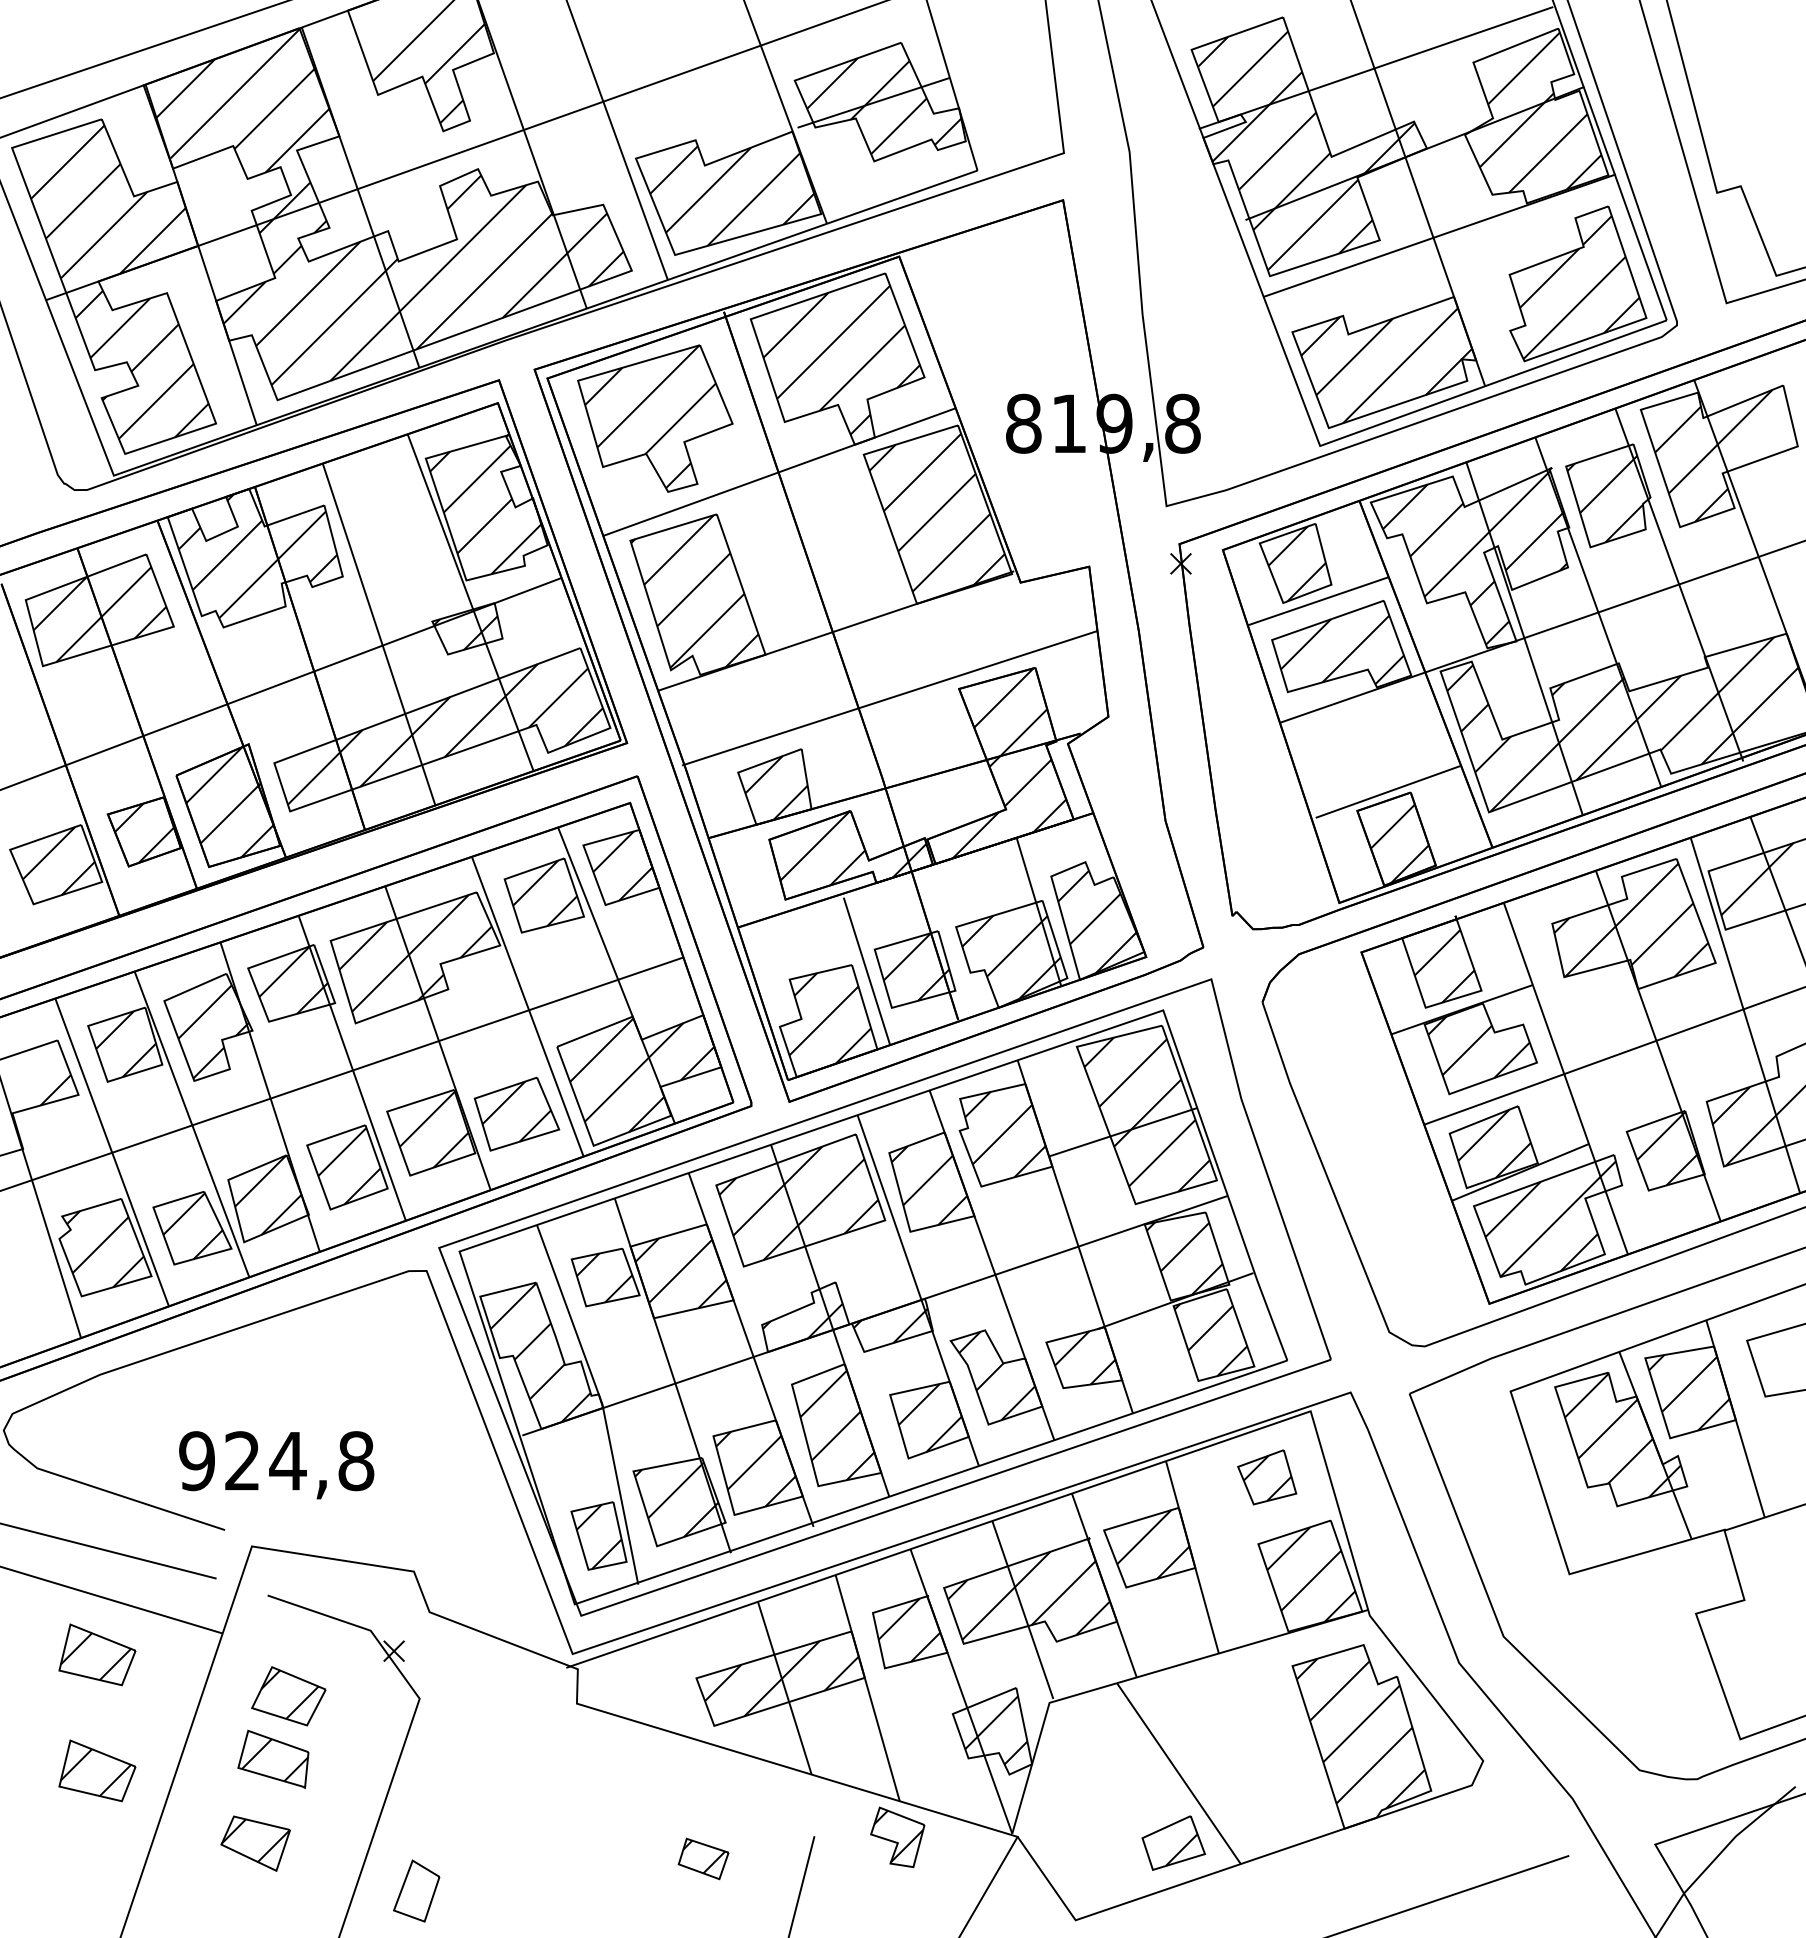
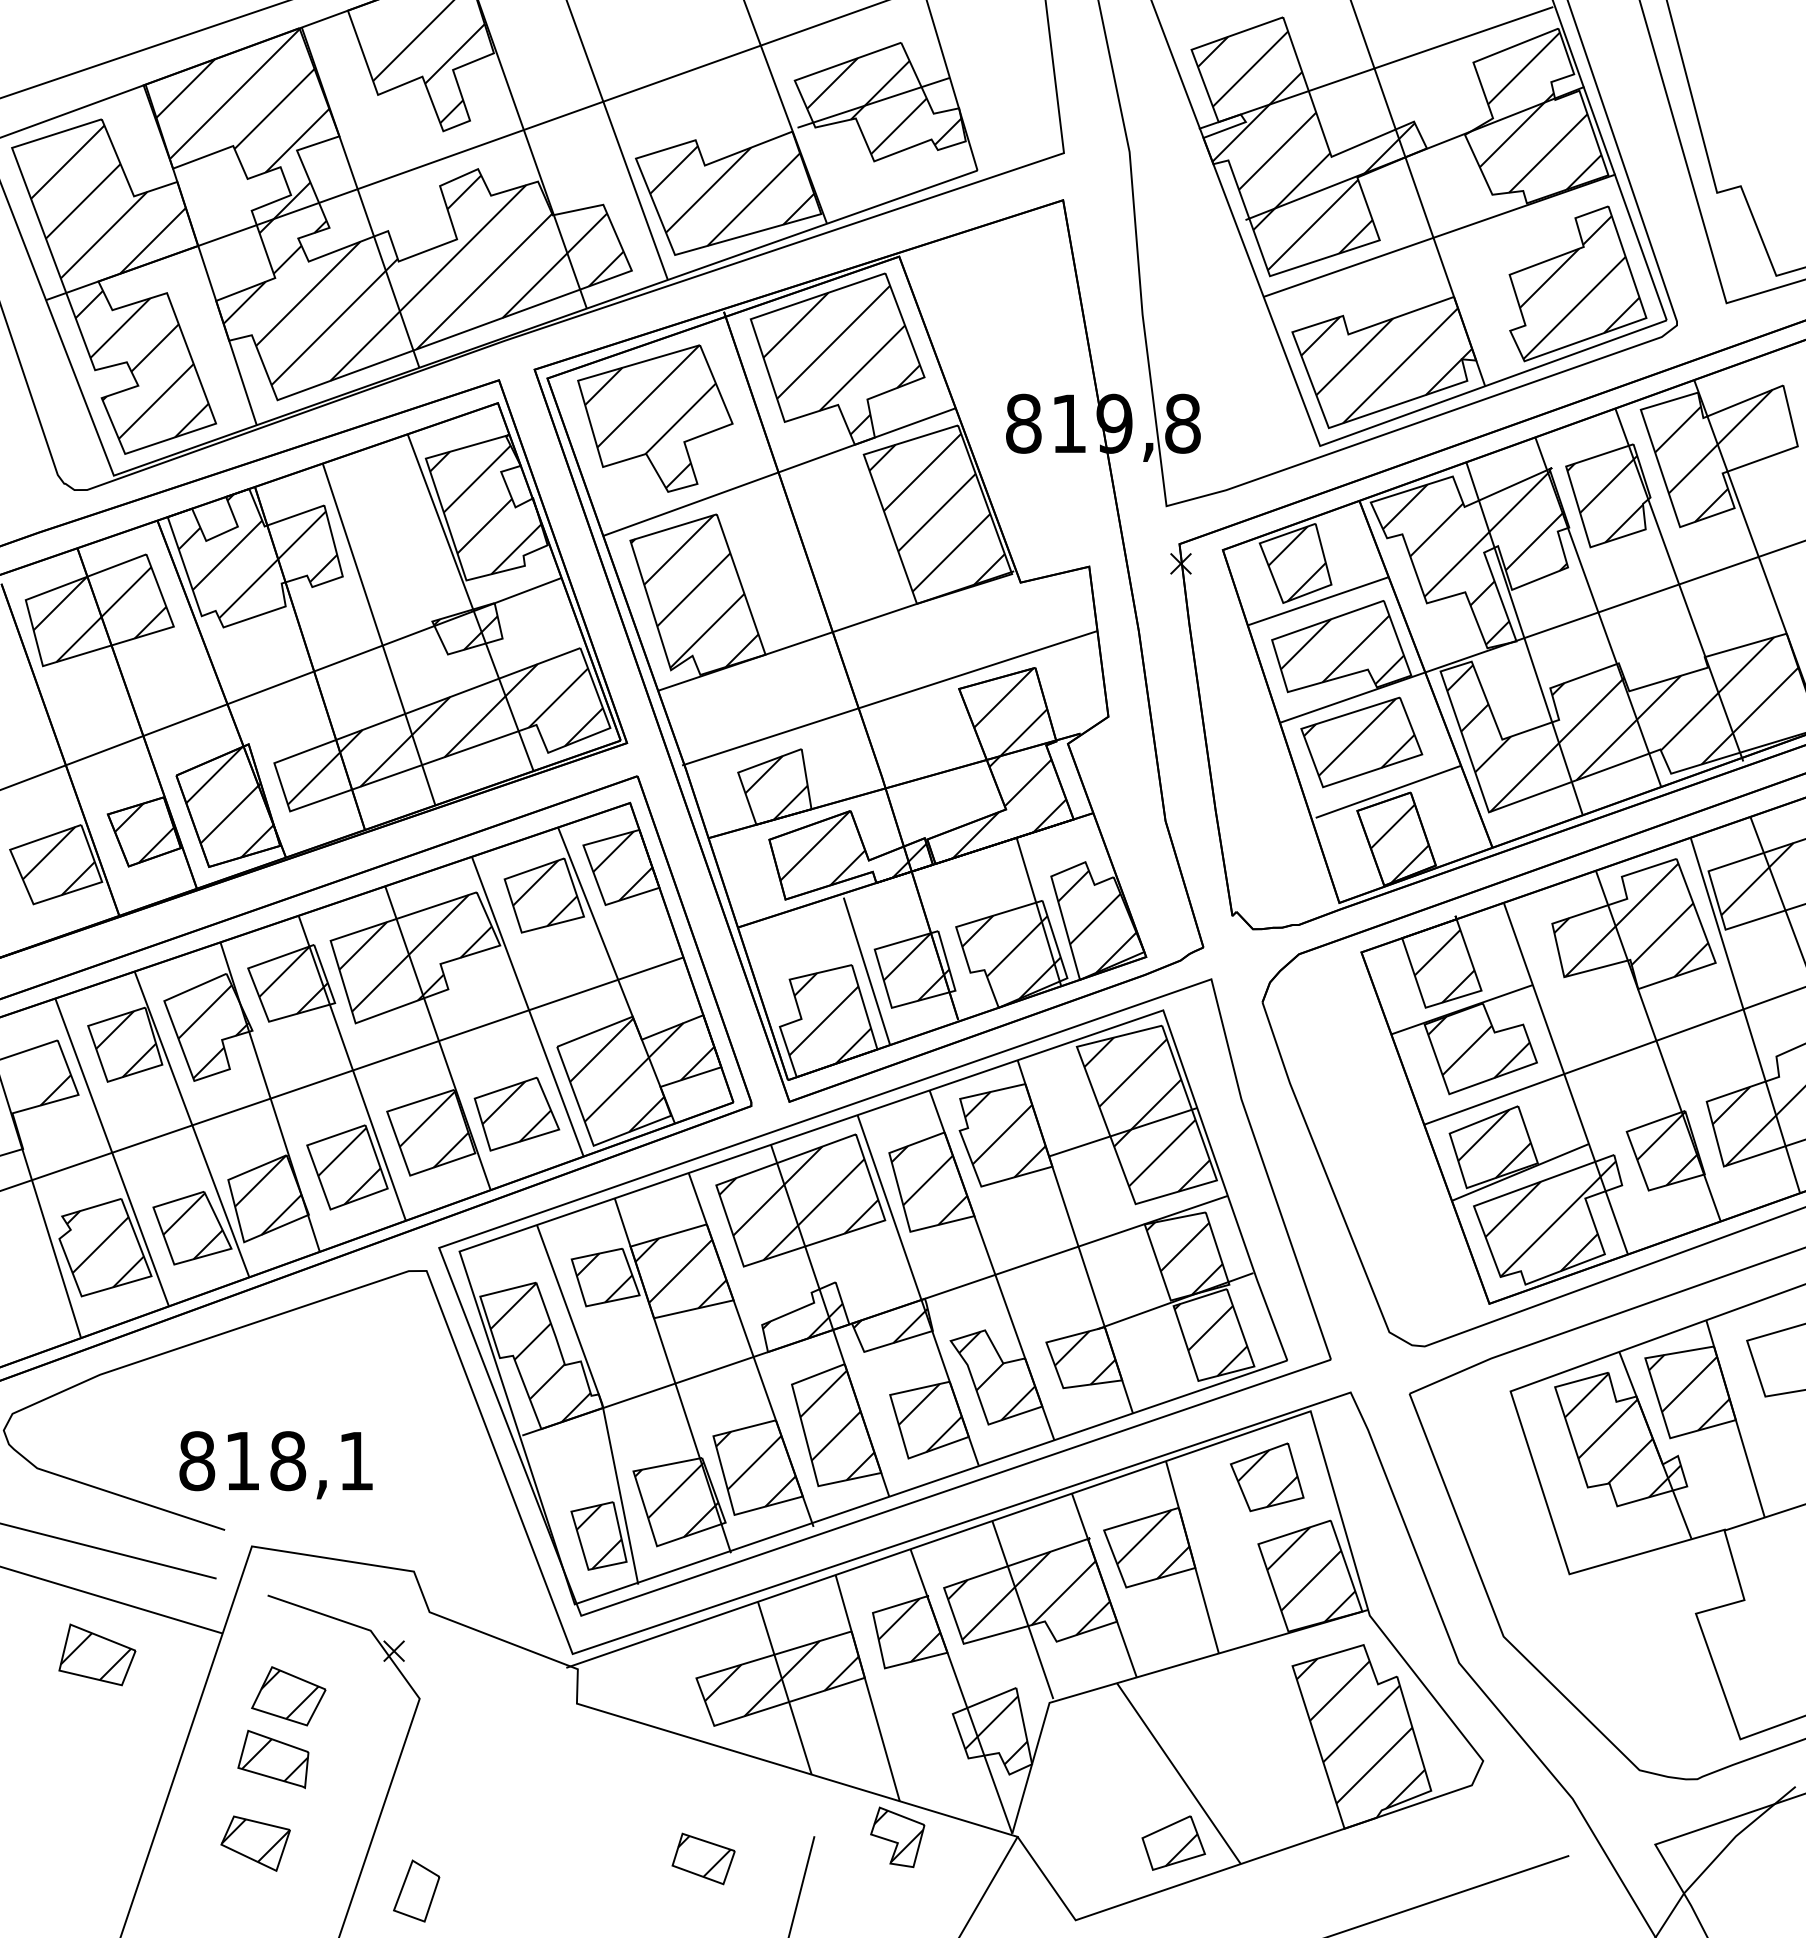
part at (1361, 742): none -> present
text at (276, 1461): 924,8 -> 818,1
part at (1267, 1477) size: 61x57 px -> 76x71 px
part at (97, 1770): present -> none
part at (703, 1858) size: 53x44 px -> 65x54 px
